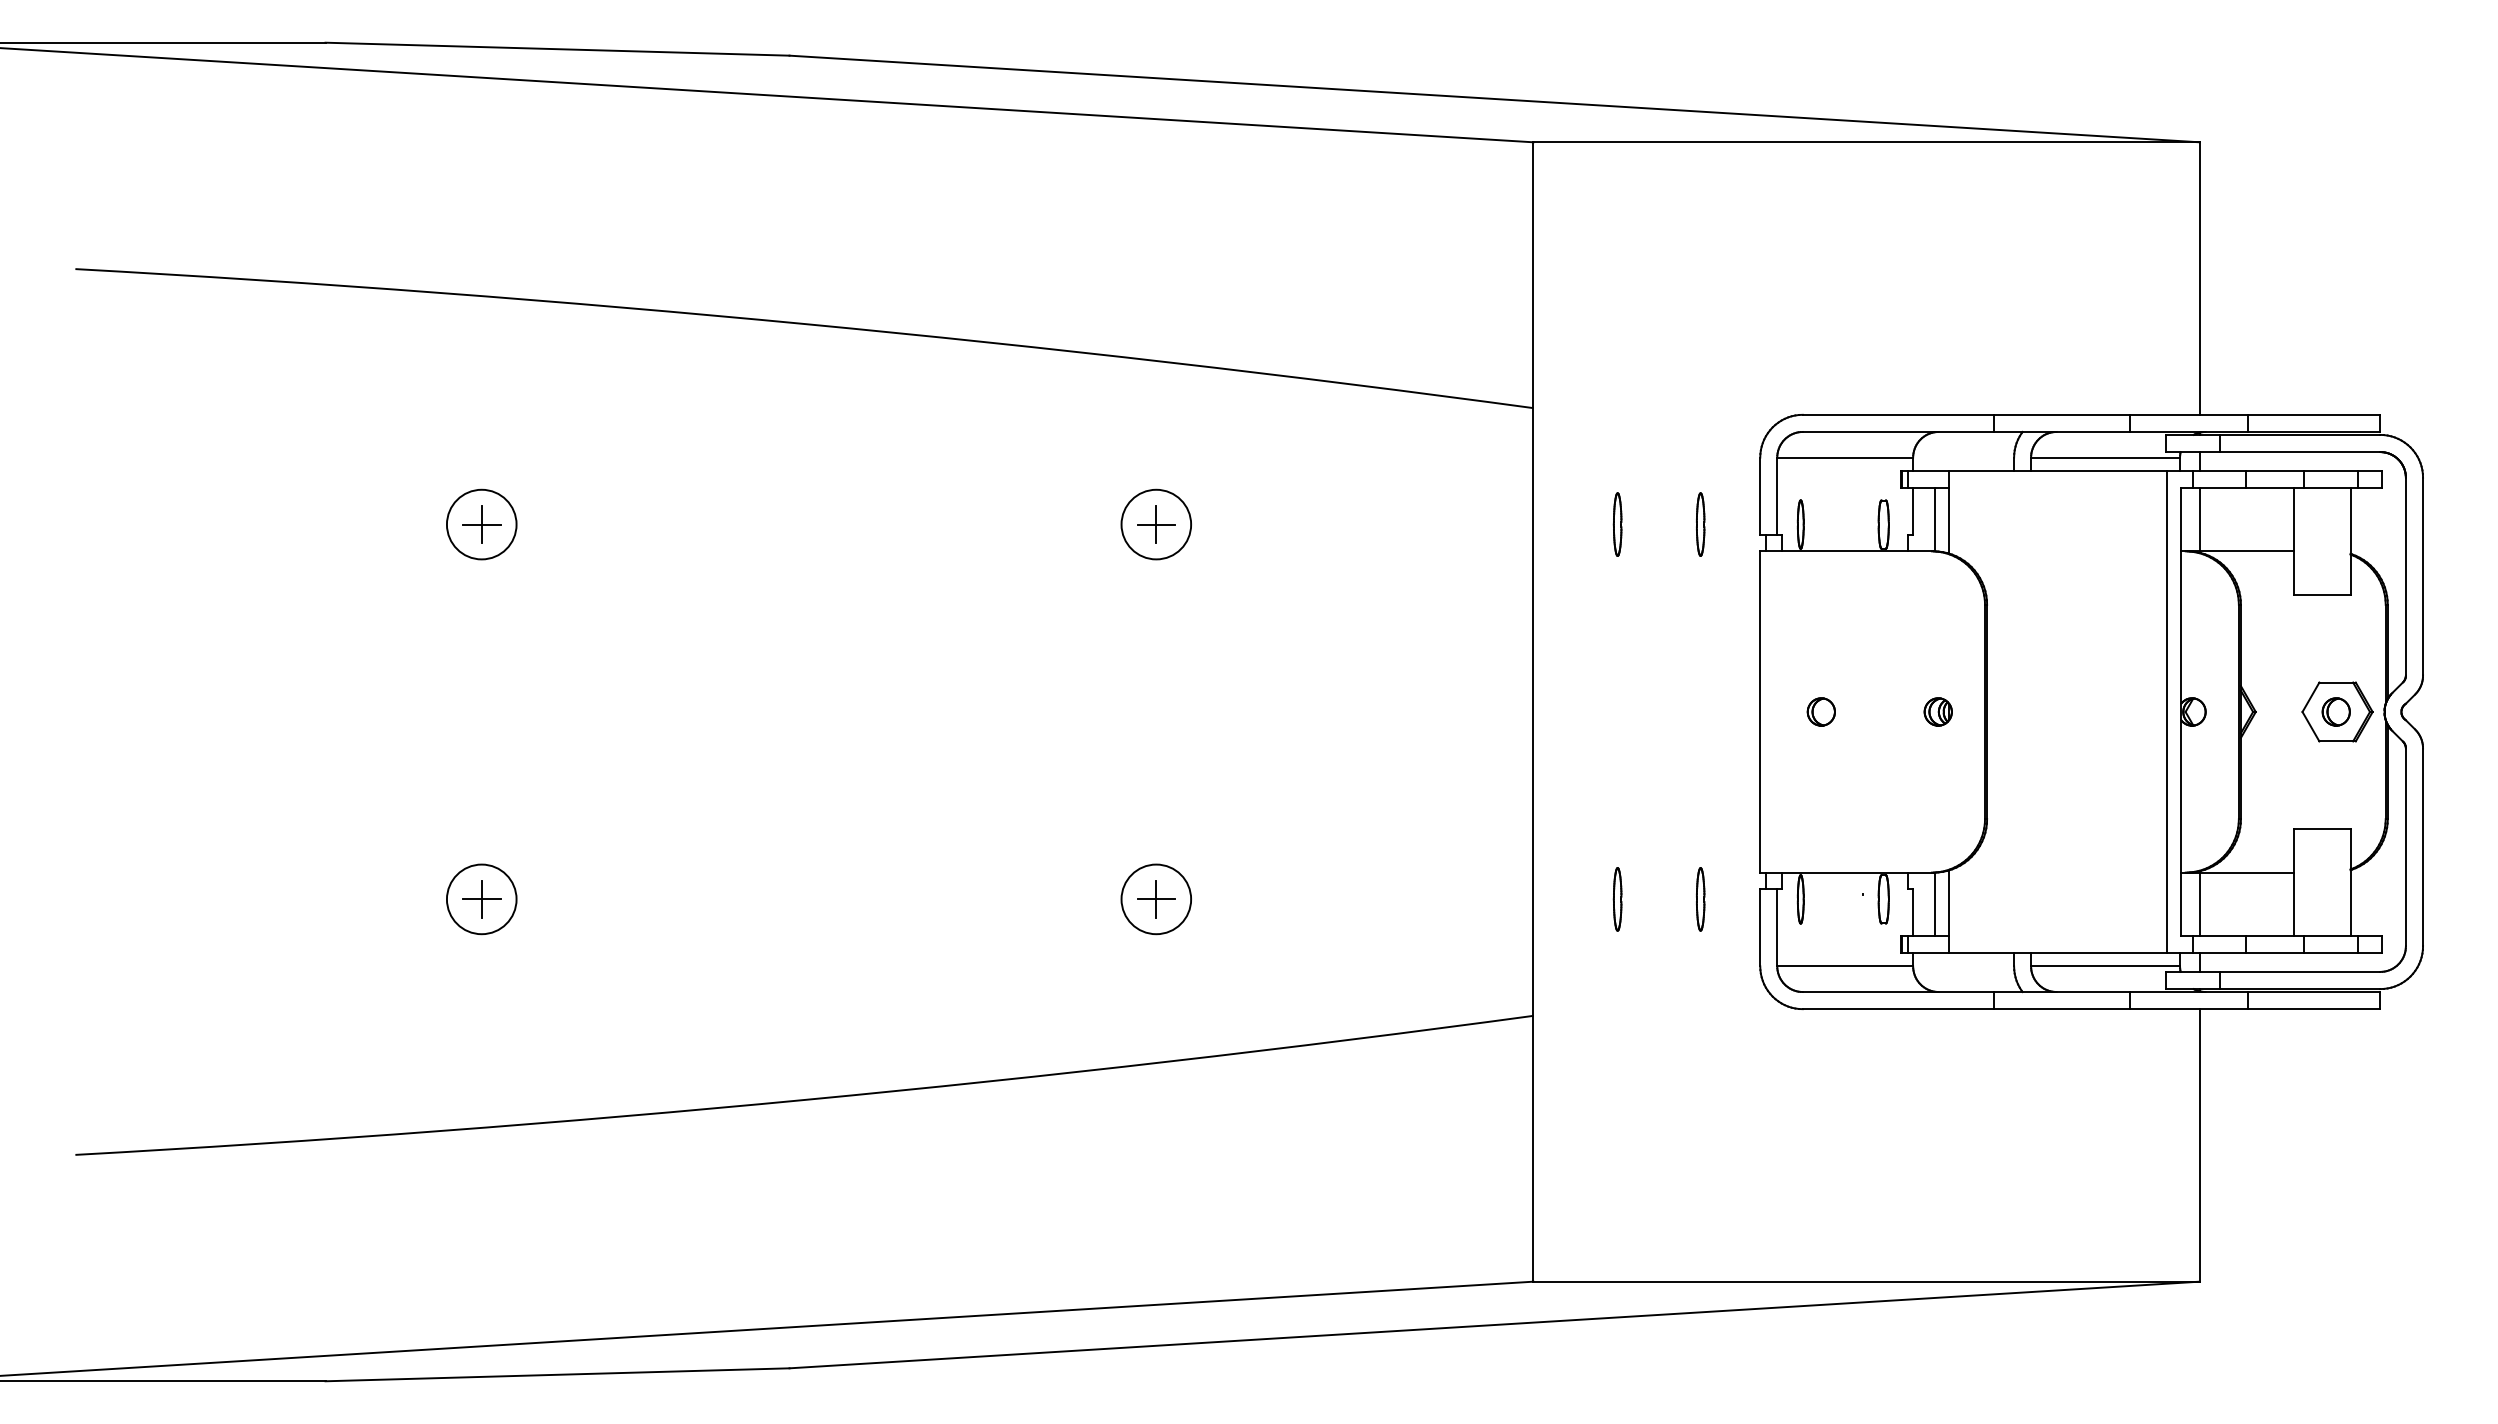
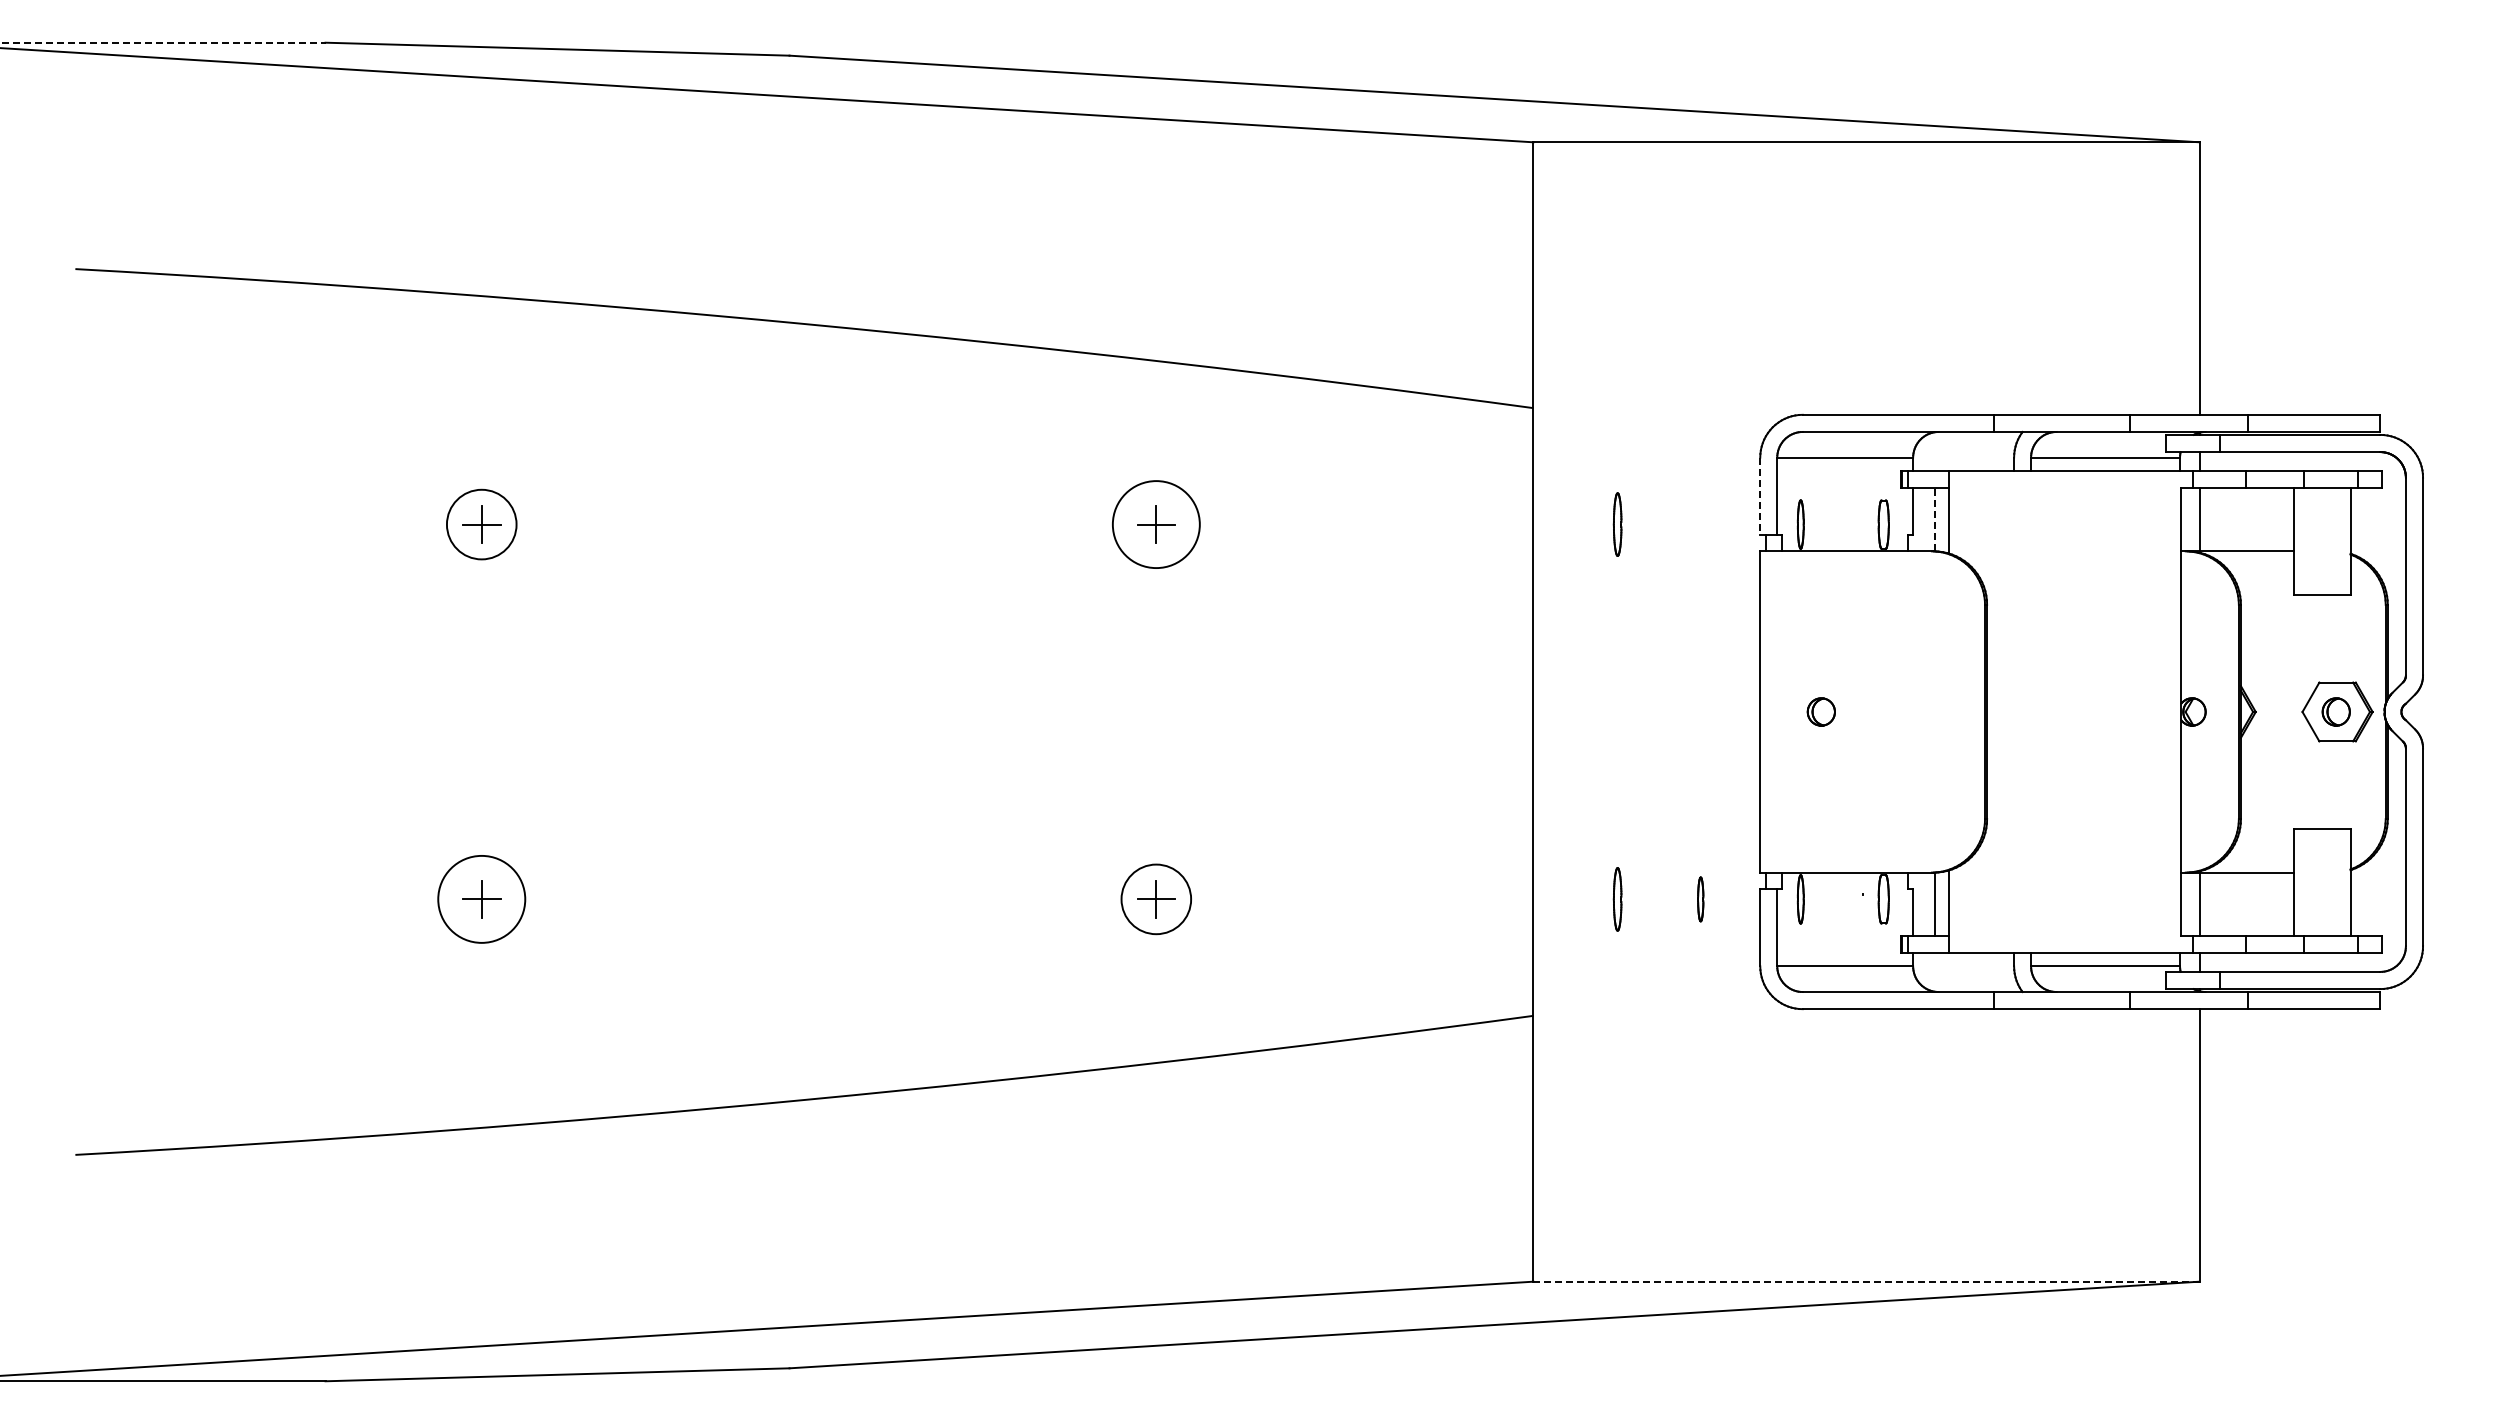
line at (163, 42): solid -> dashed
line at (1760, 496): solid -> dashed
line at (1935, 519): solid -> dashed
circle at (1156, 524) diameter: 70 px -> 87 px
part at (1700, 524): present -> none
part at (1937, 711): present -> none
line at (2166, 711): present -> none
circle at (481, 899) diameter: 70 px -> 87 px
part at (1700, 899) size: 10x65 px -> 8x47 px
line at (1867, 1281): solid -> dashed
